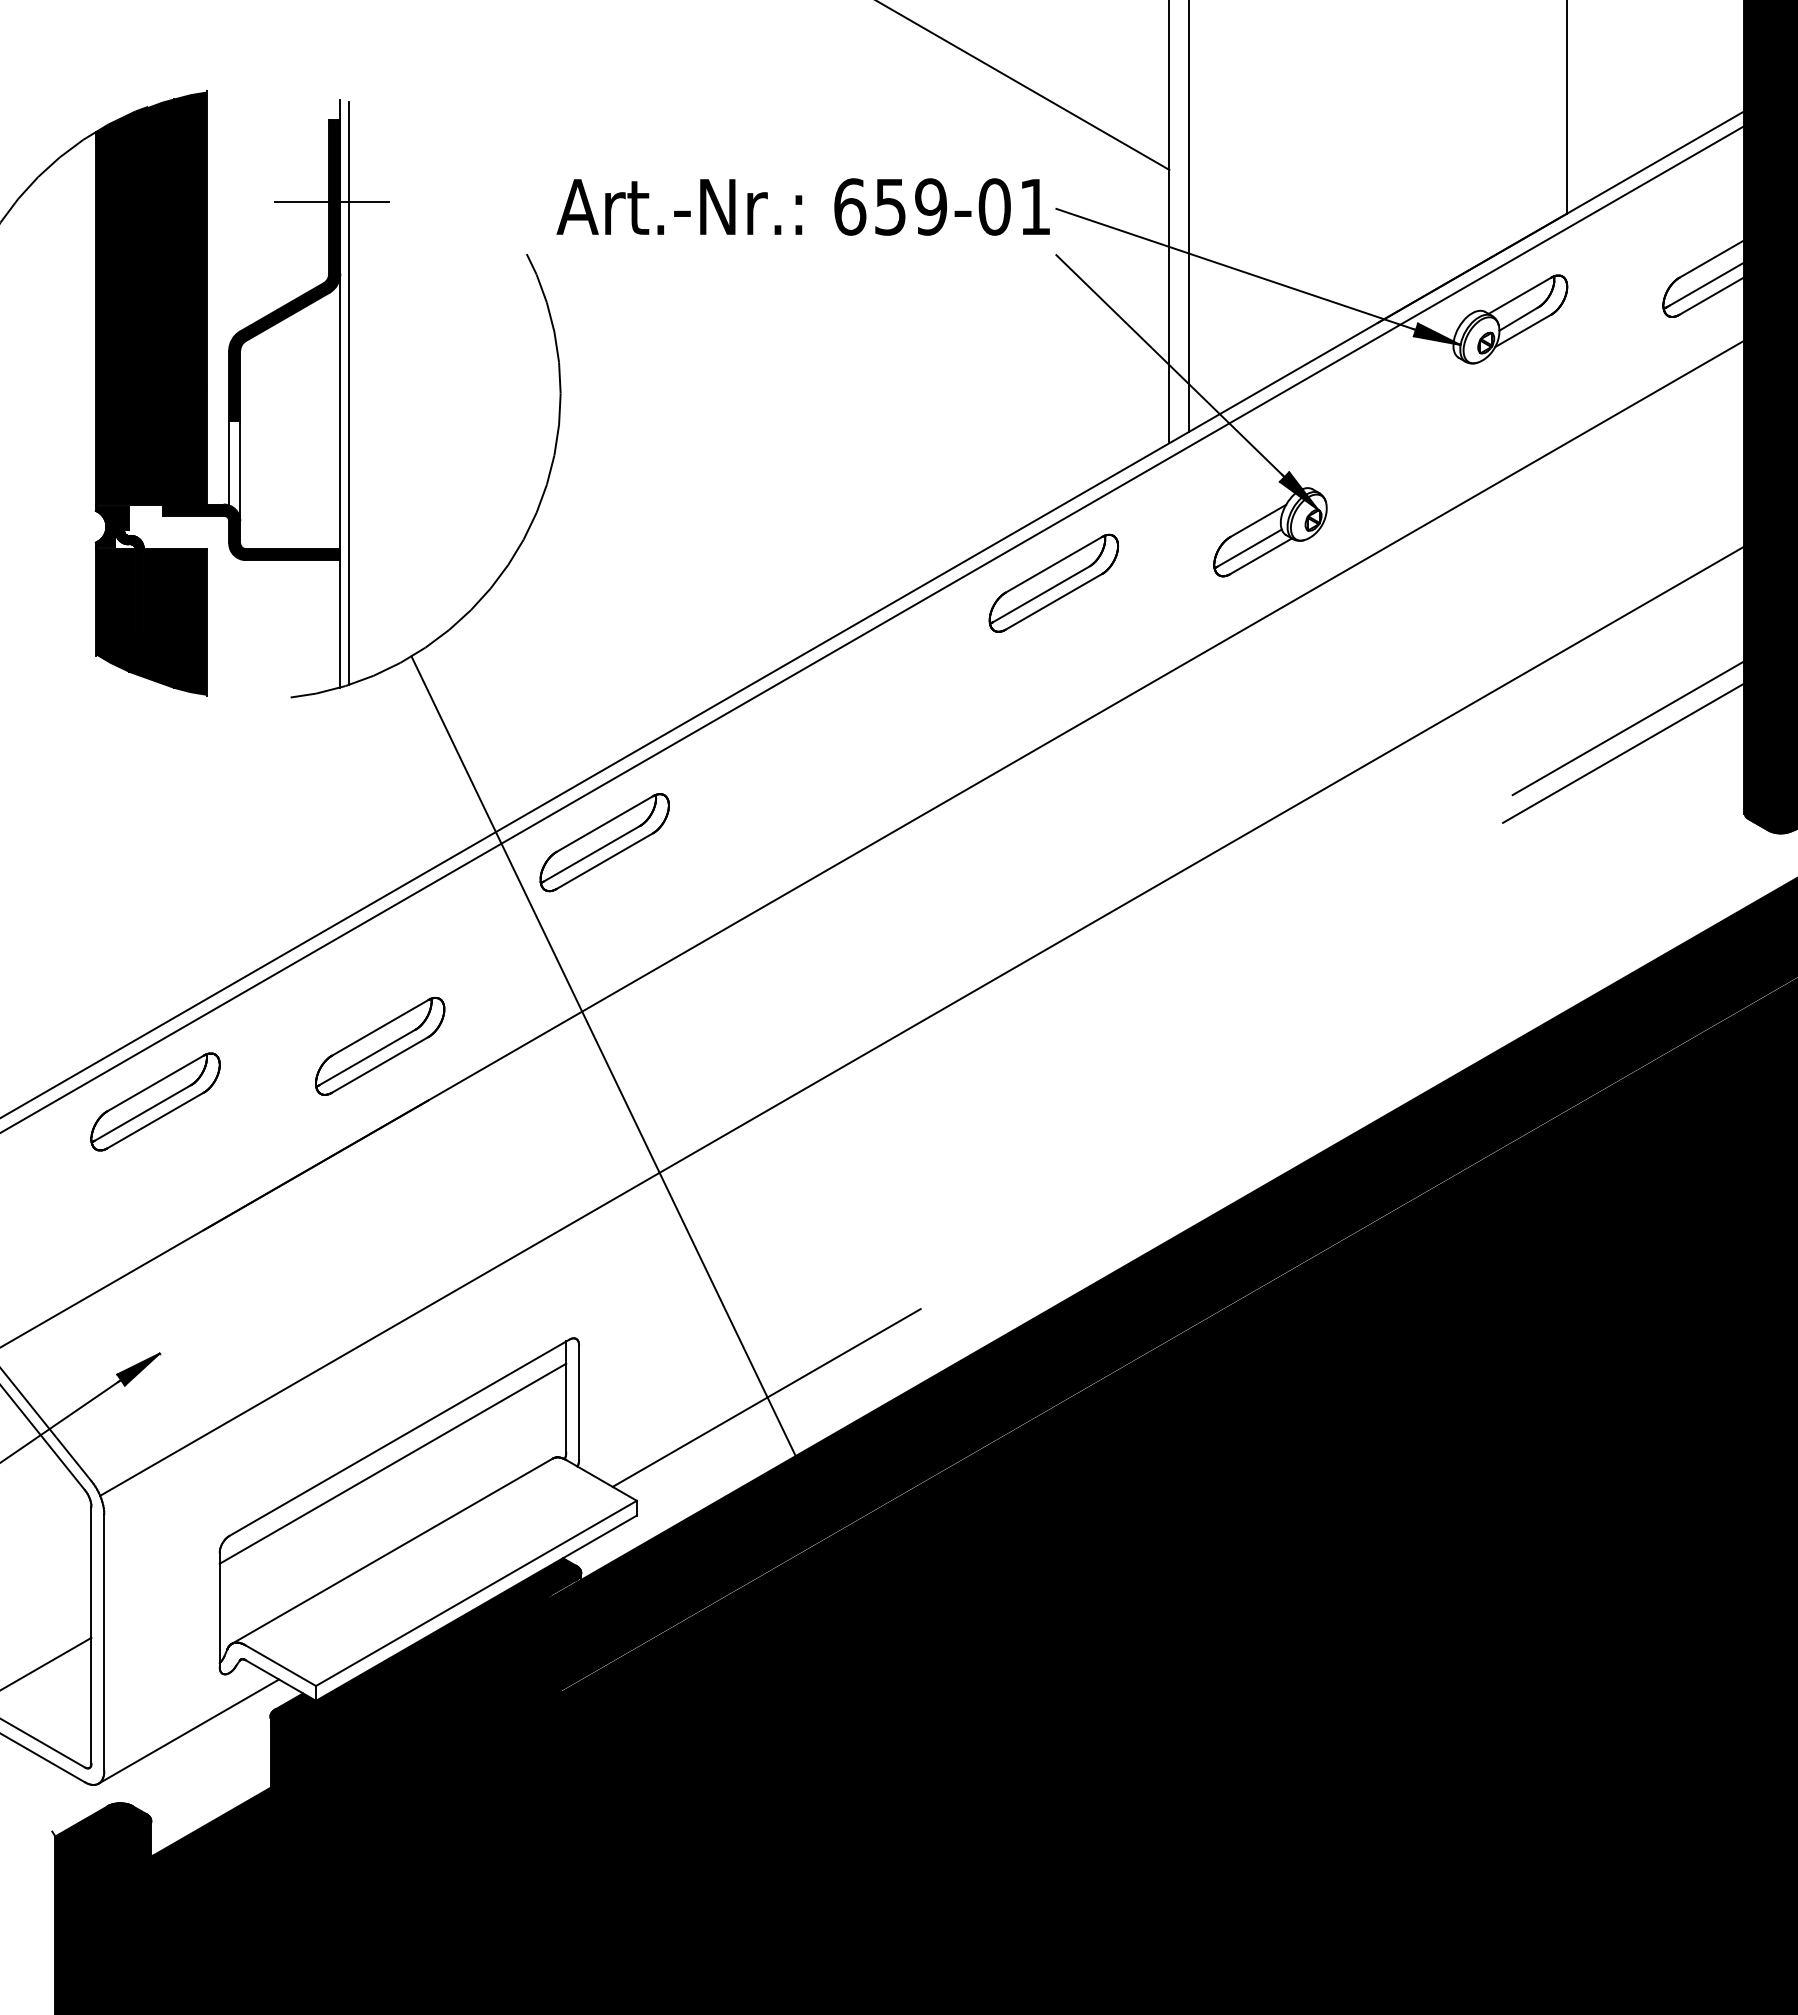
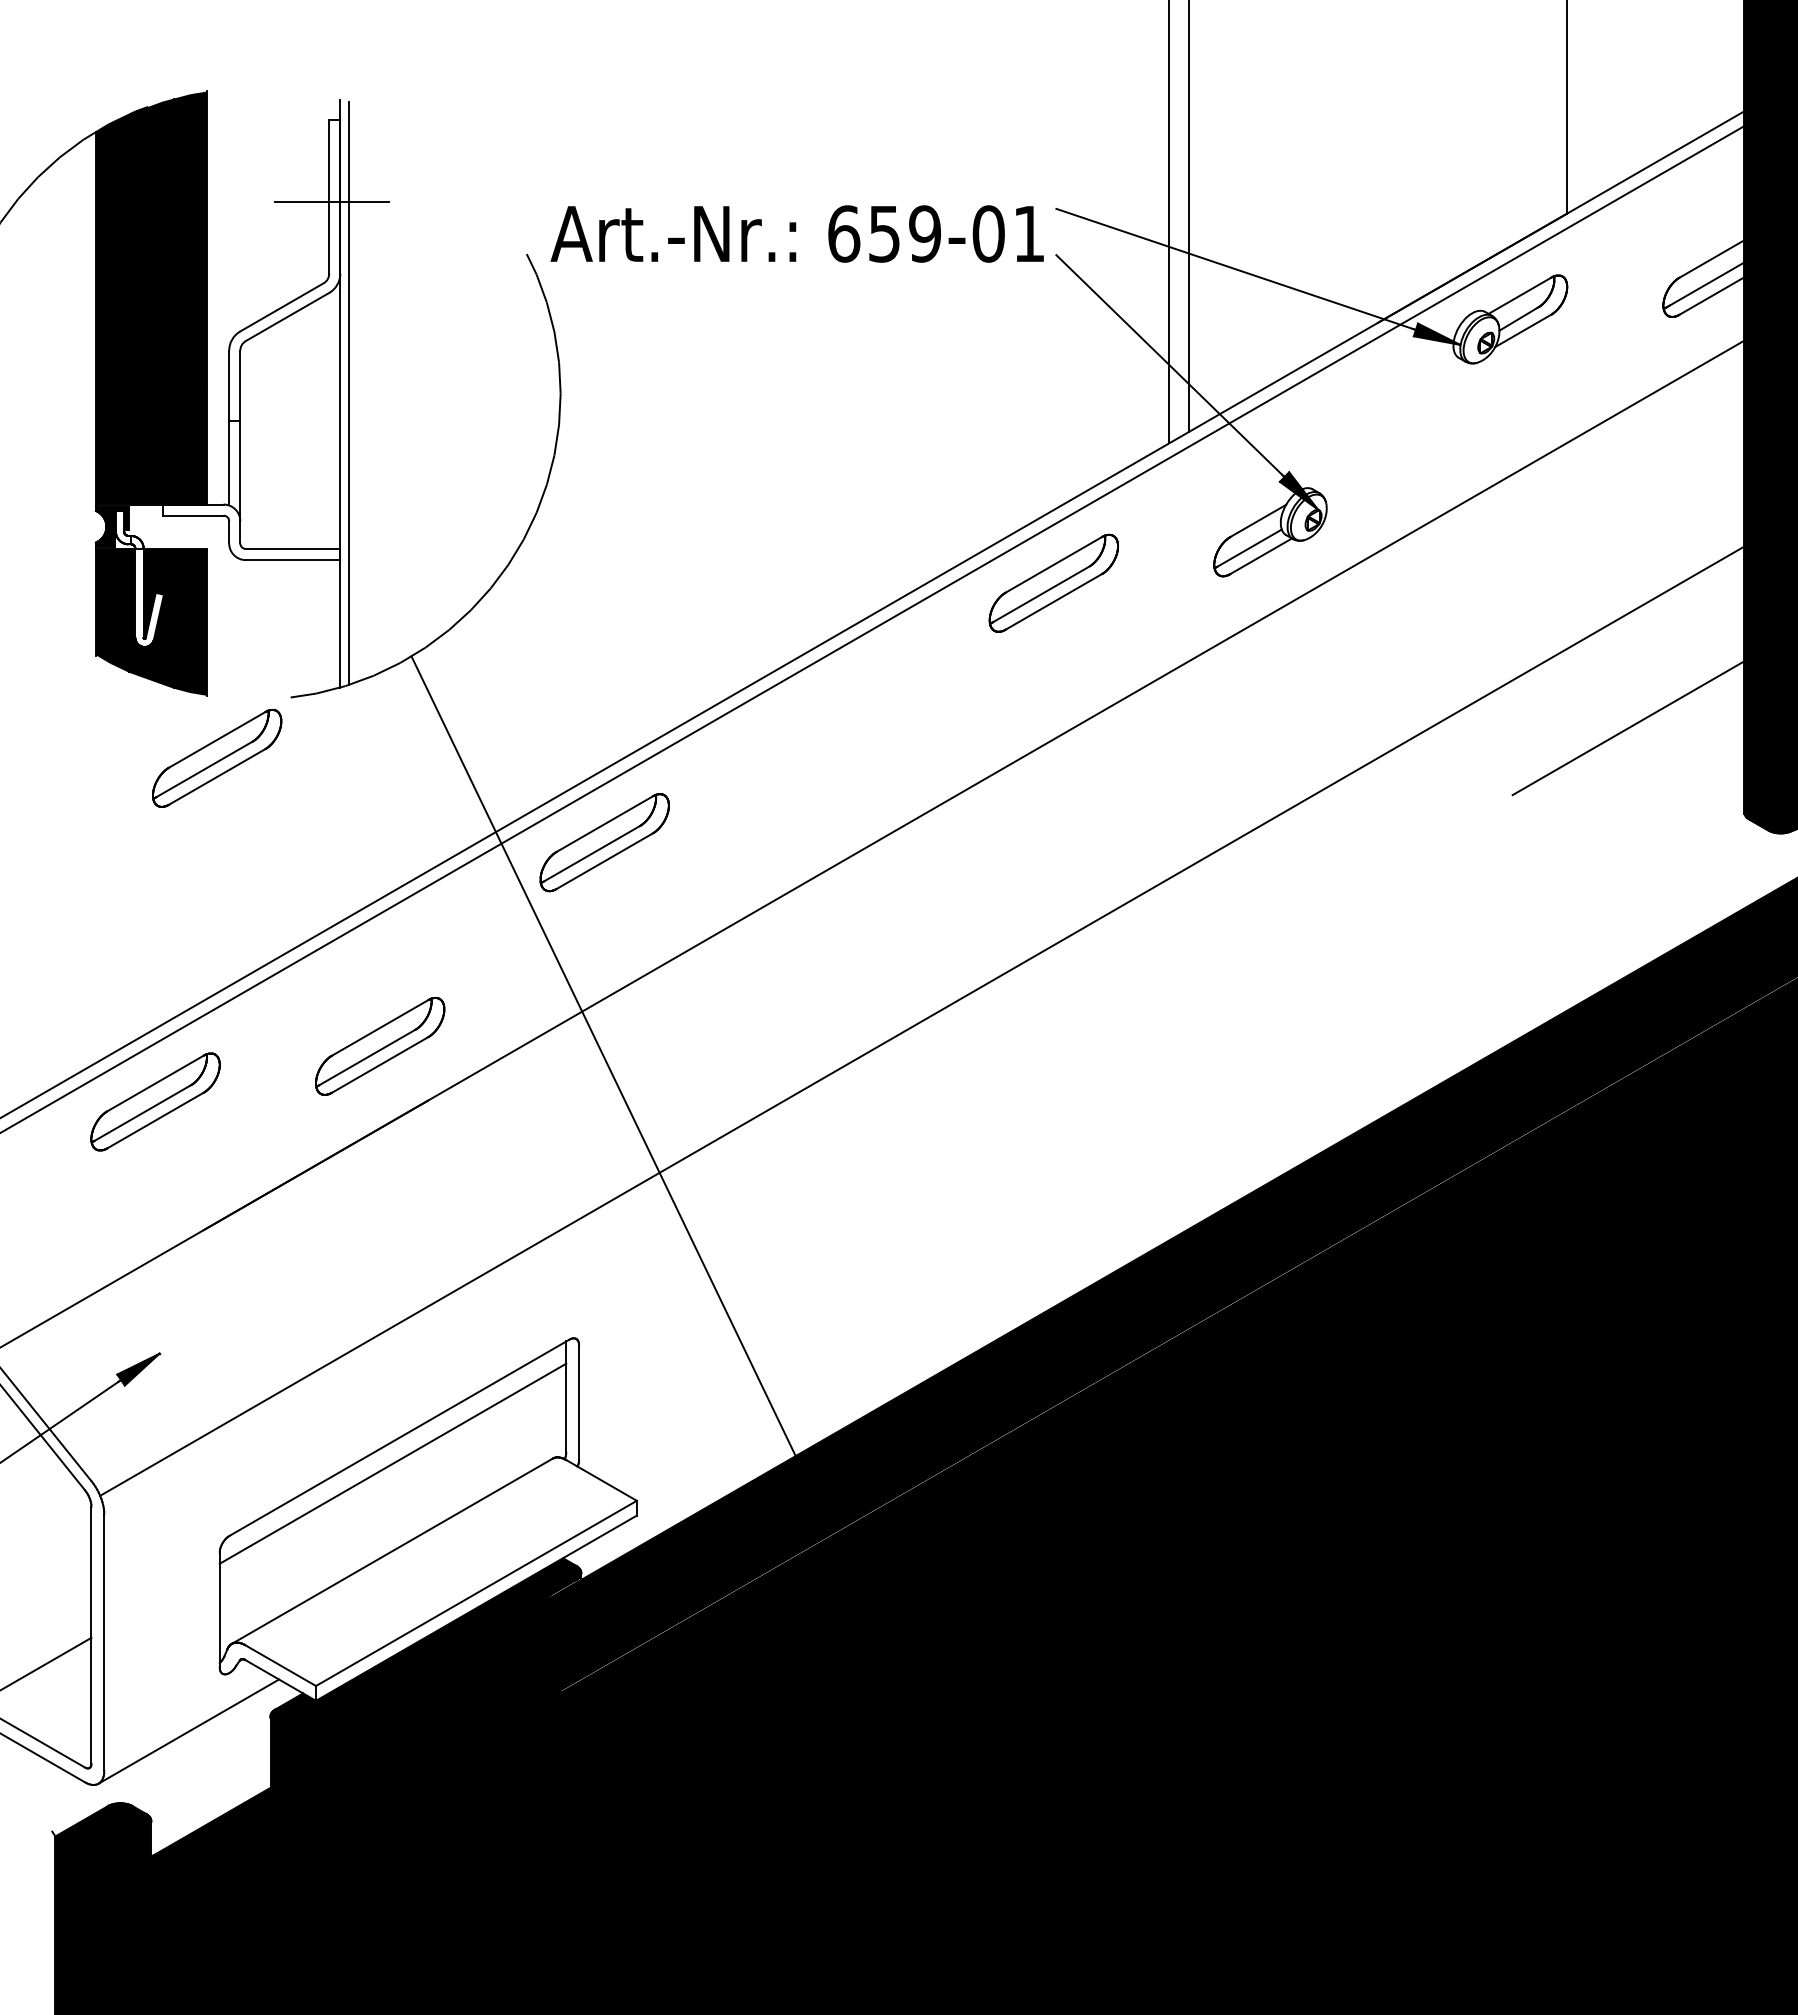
line at (1024, 85): present -> none
text at (802, 206) position: (802, 206) -> (796, 233)
fill at (284, 270): present -> none
fill at (251, 532): present -> none
fill at (139, 578): present -> none
line at (1623, 752): present -> none
part at (217, 758): none -> present
line at (766, 1397): present -> none
